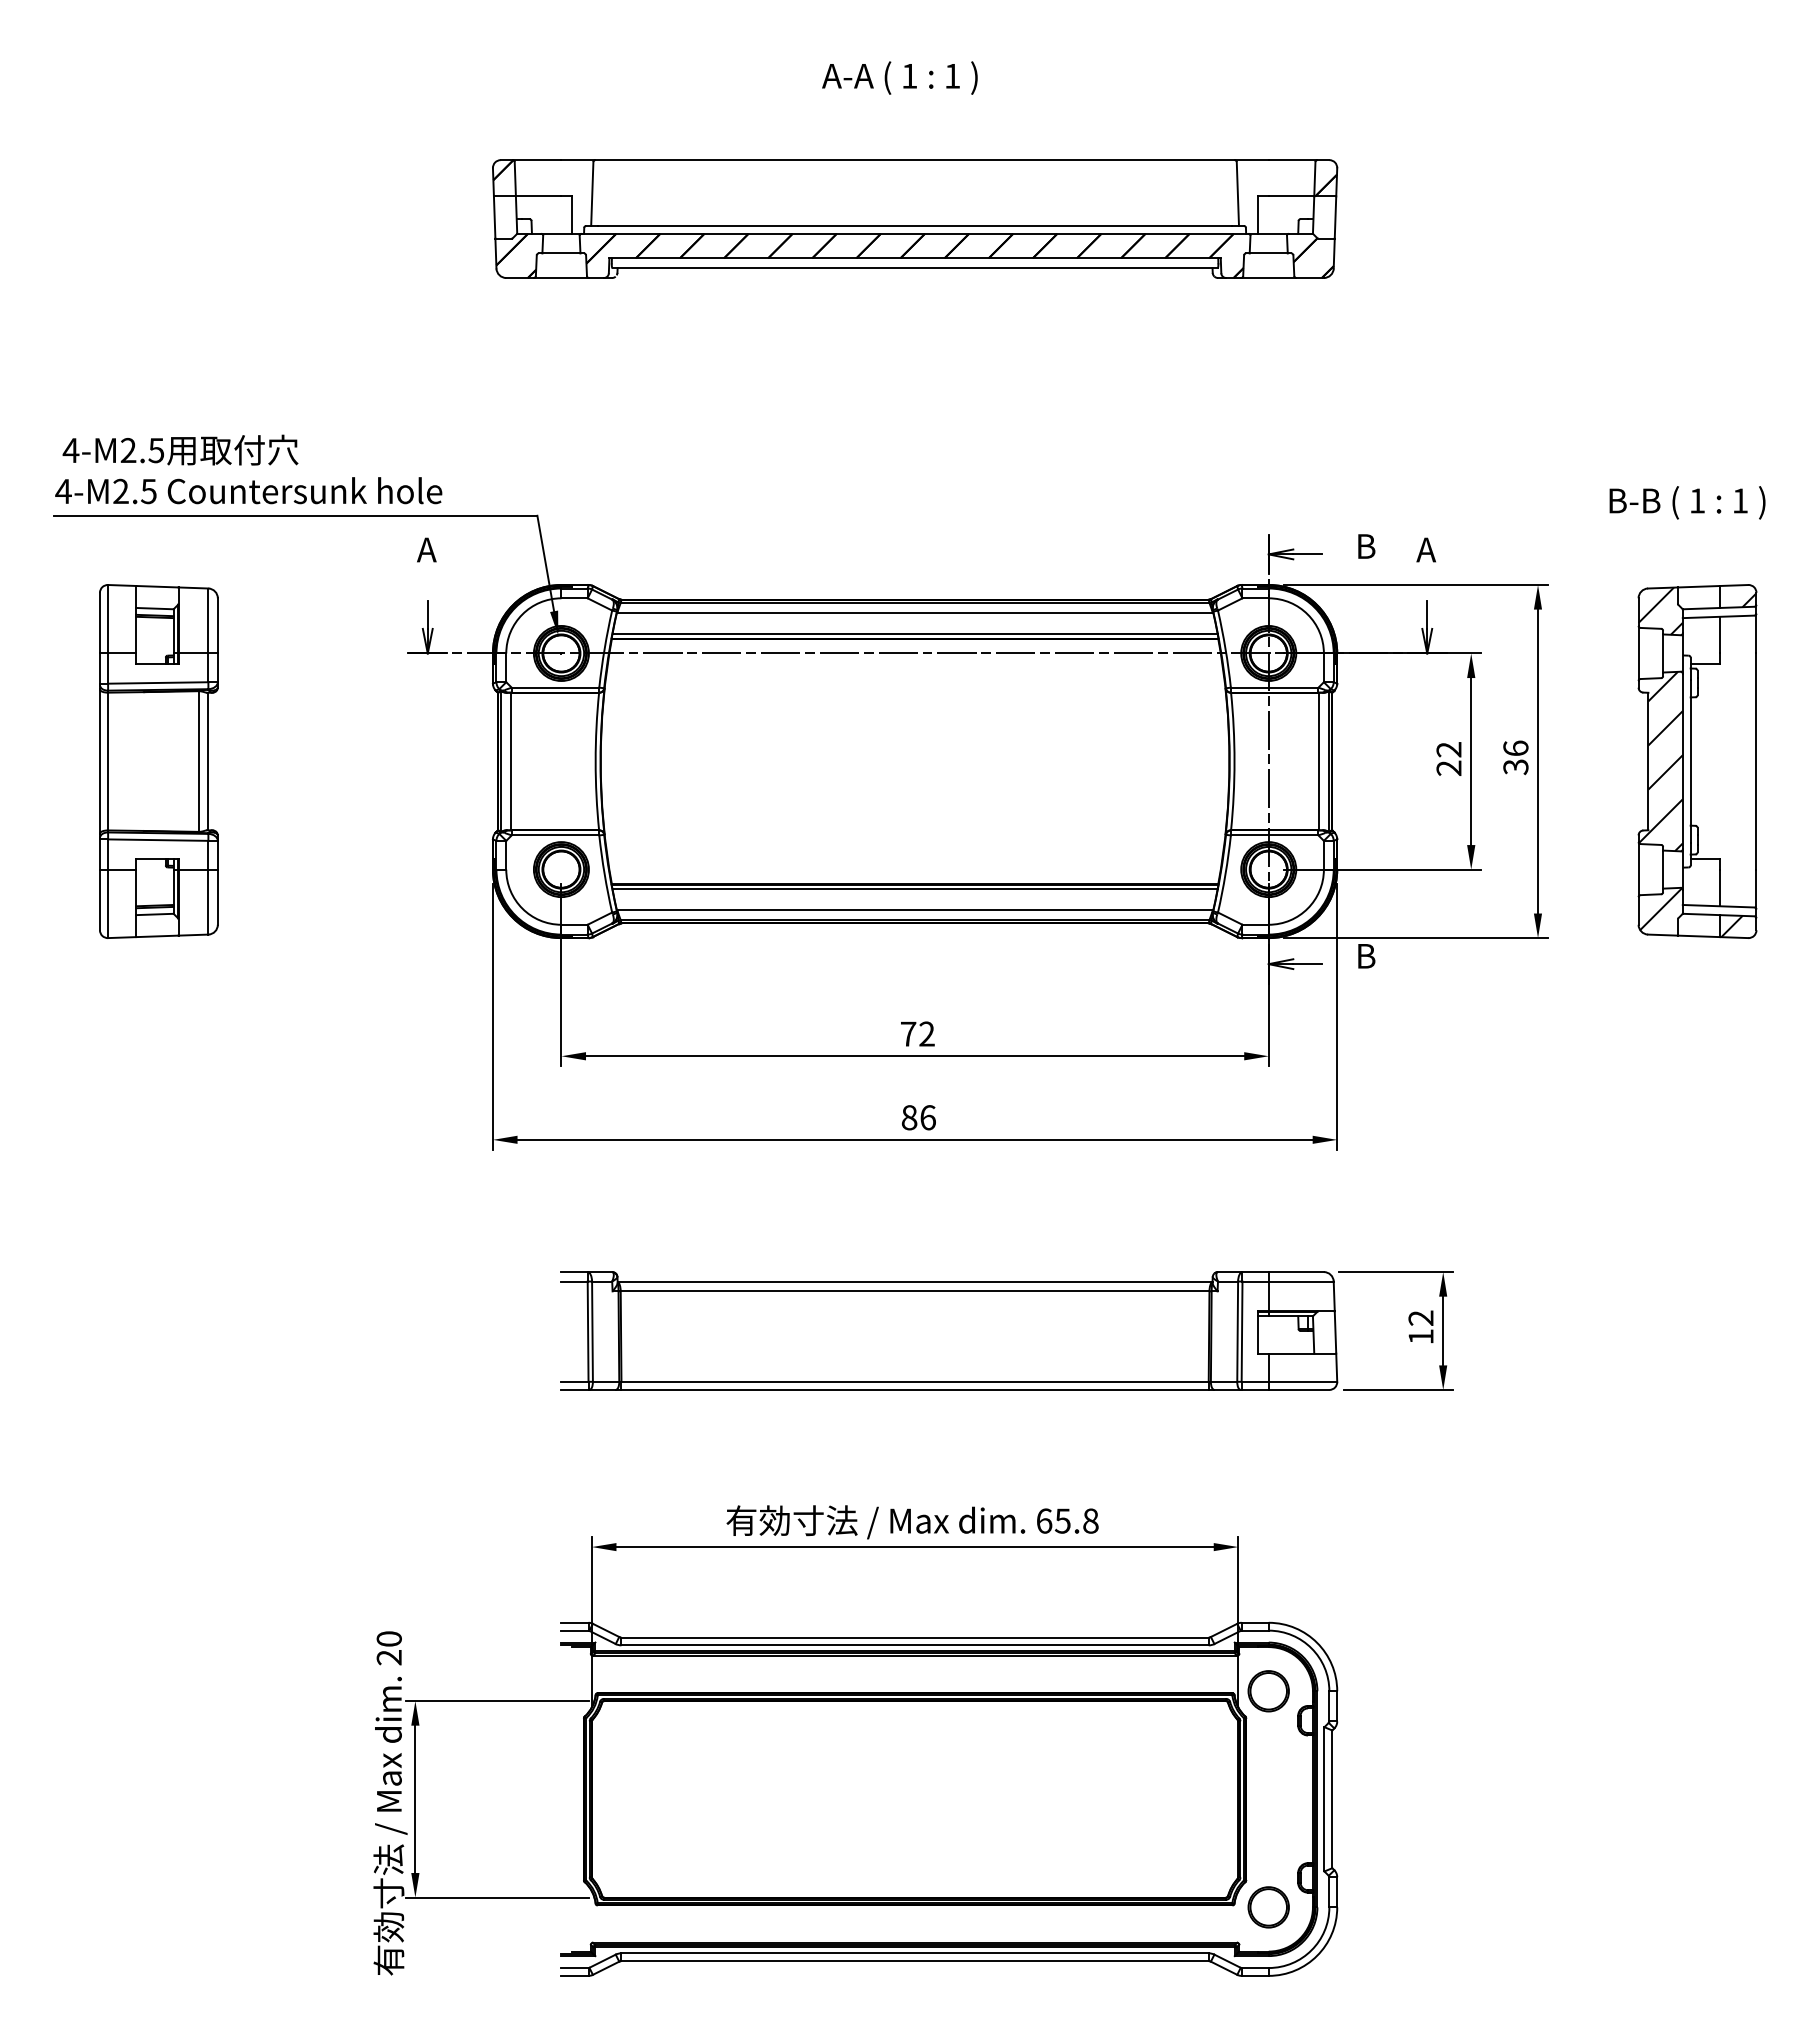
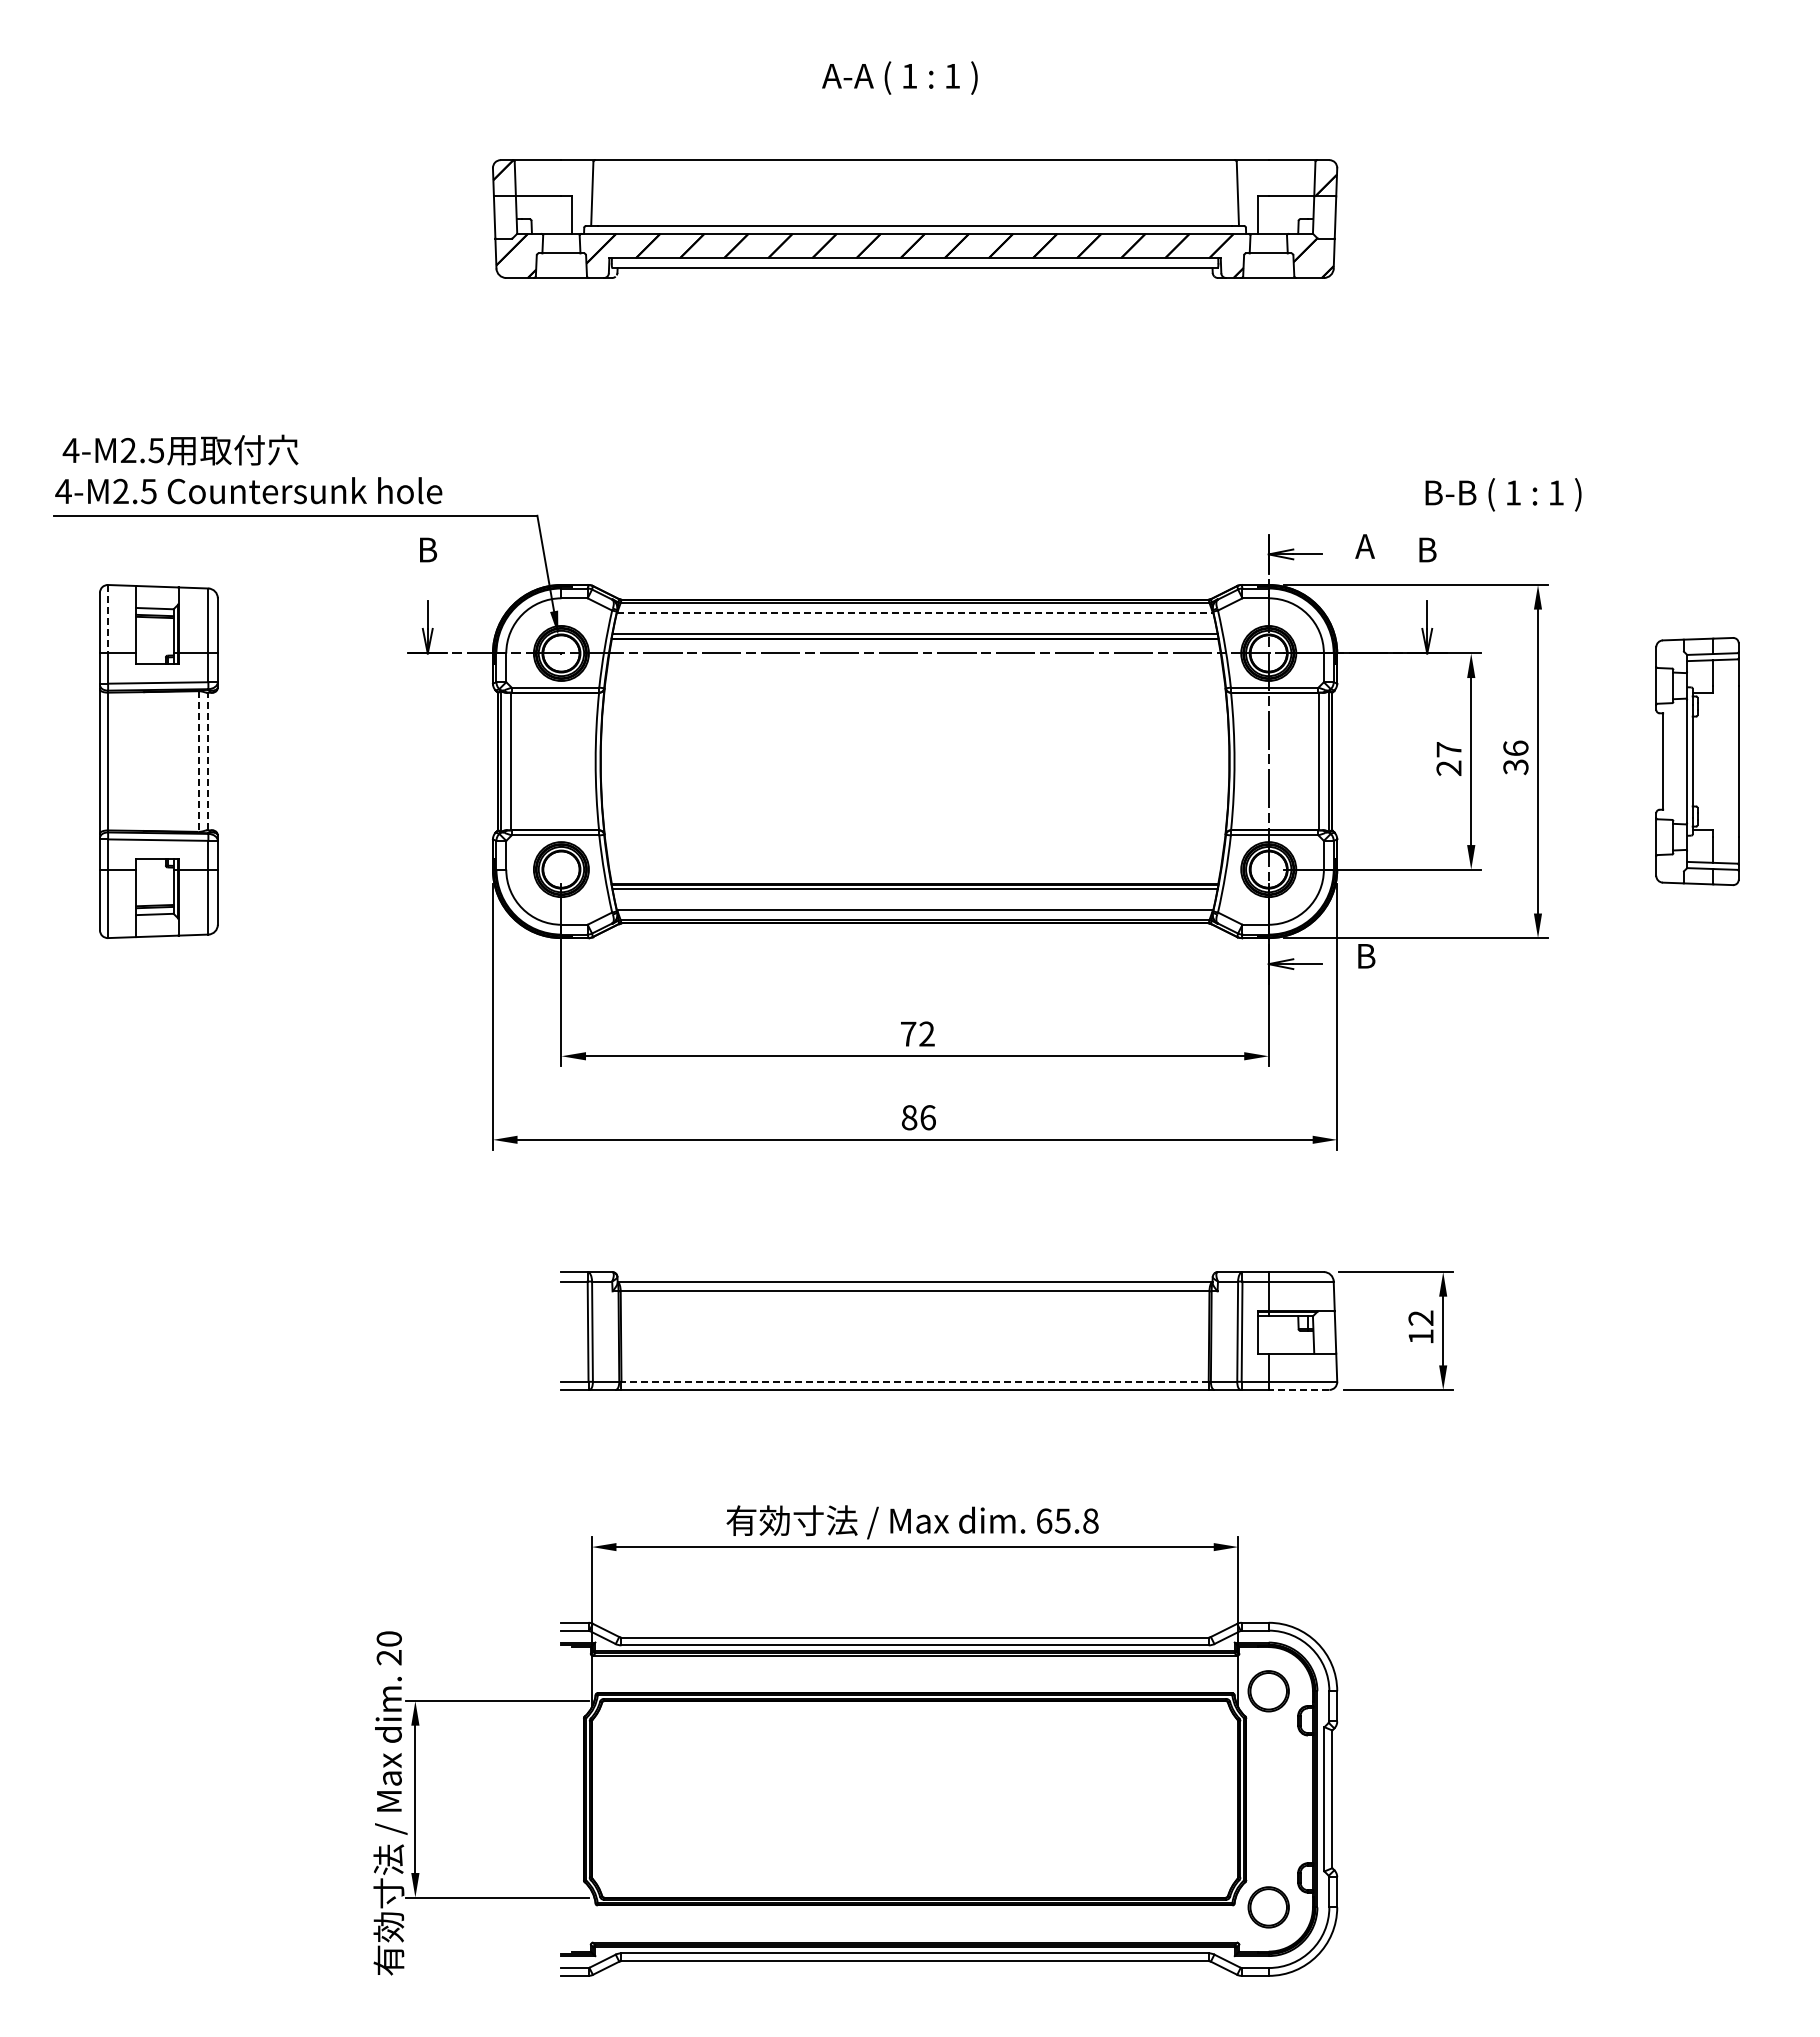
text at (1687, 502) position: (1687, 502) -> (1503, 494)
text at (1365, 546): B -> A
text at (427, 549): A -> B
text at (1426, 549): A -> B
line at (915, 612): solid -> dashed
line at (108, 619): solid -> dashed
text at (1448, 749): 22 -> 27
line at (208, 761): solid -> dashed
part at (1697, 761) size: 121x355 px -> 85x250 px
line at (198, 762): solid -> dashed
line at (915, 1381): solid -> dashed
line at (1298, 1389): solid -> dashed
